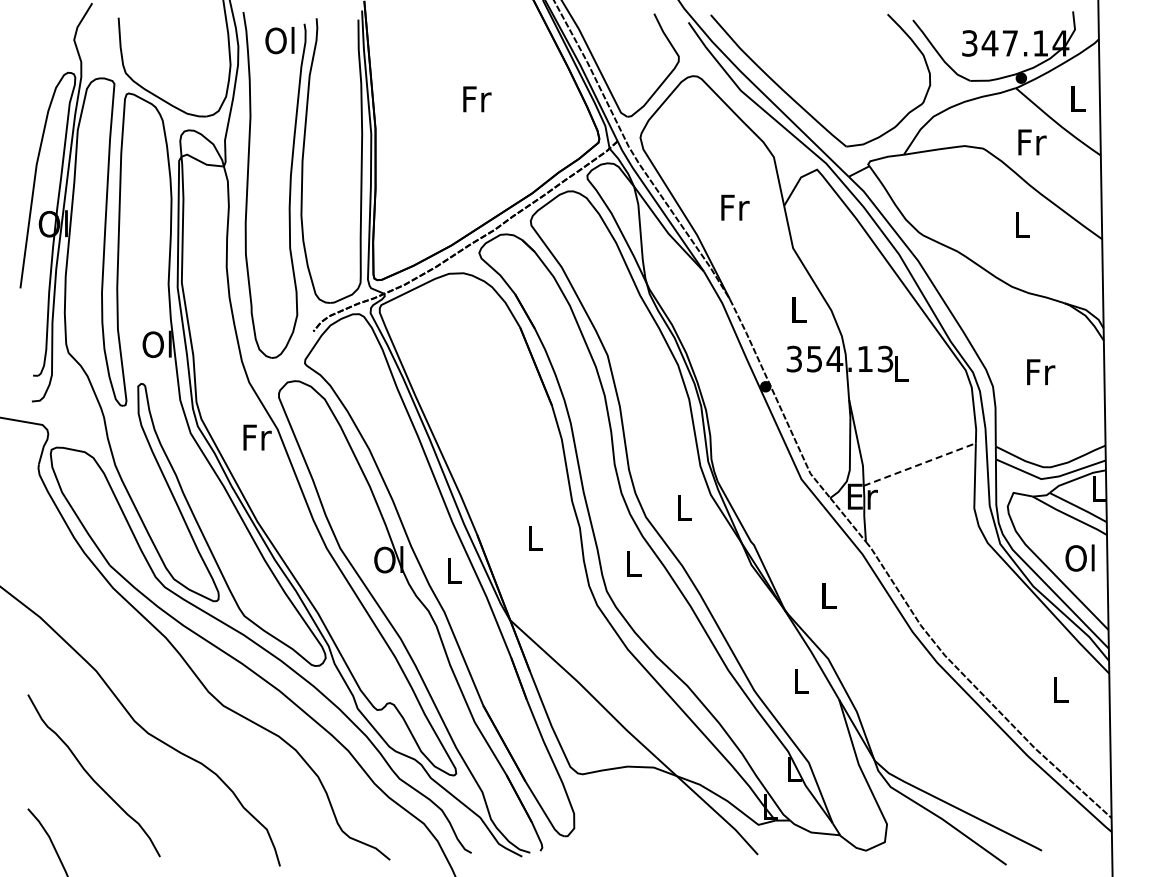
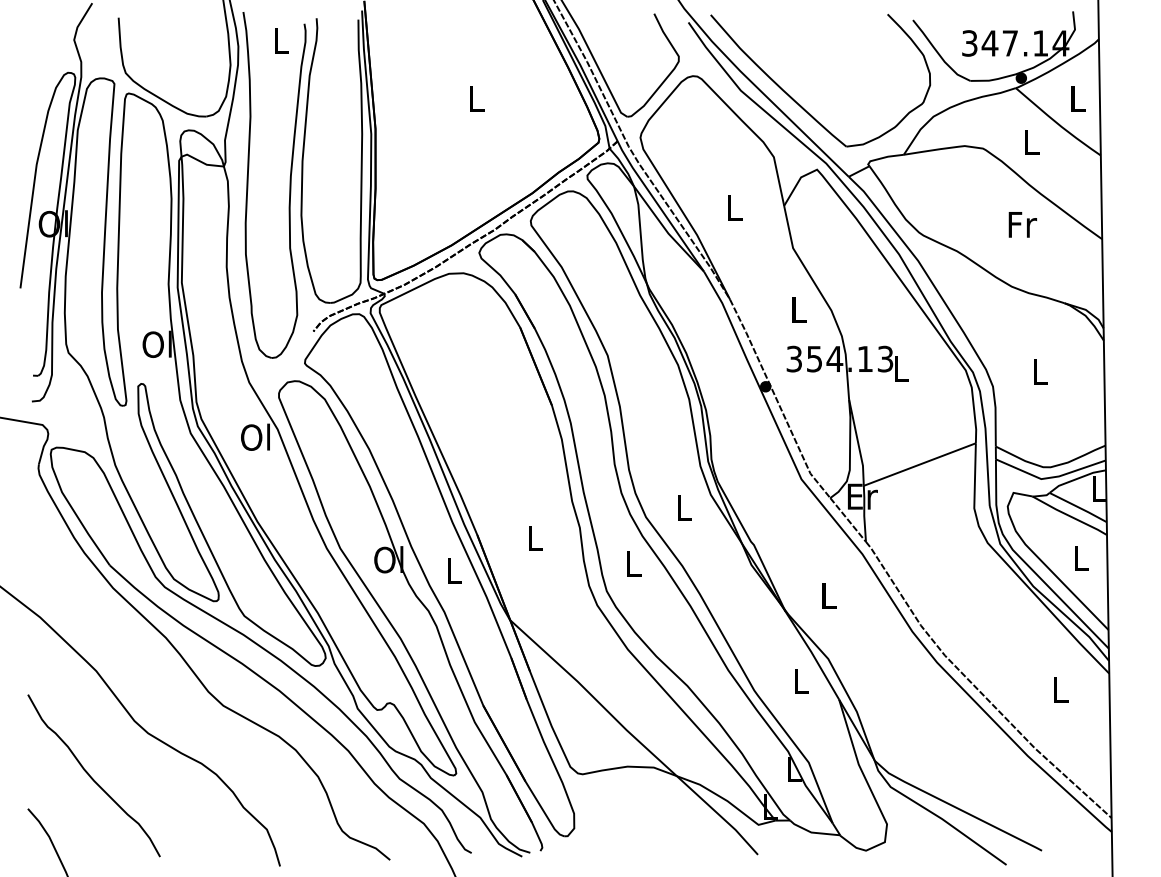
text at (279, 40): Ol -> L
text at (477, 99): Fr -> L
text at (1032, 142): Fr -> L
text at (735, 207): Fr -> L
text at (1022, 224): L -> Fr
text at (1041, 372): Fr -> L
text at (256, 436): Fr -> Ol
line at (919, 464): dashed -> solid
text at (1079, 557): Ol -> L
